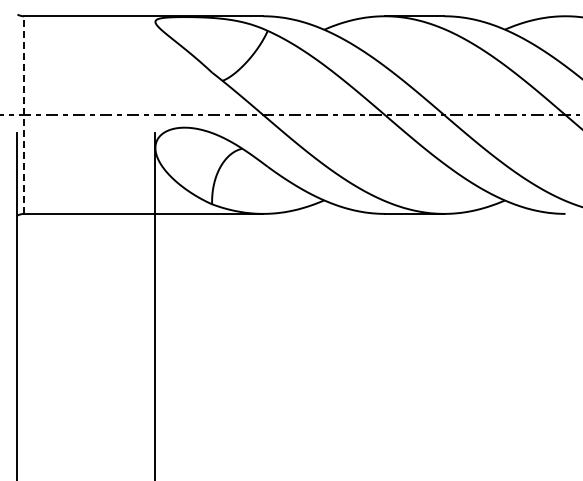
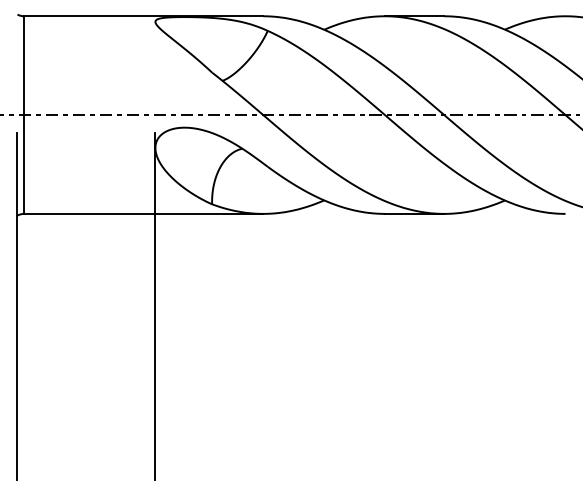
line at (24, 115): dashed -> solid
